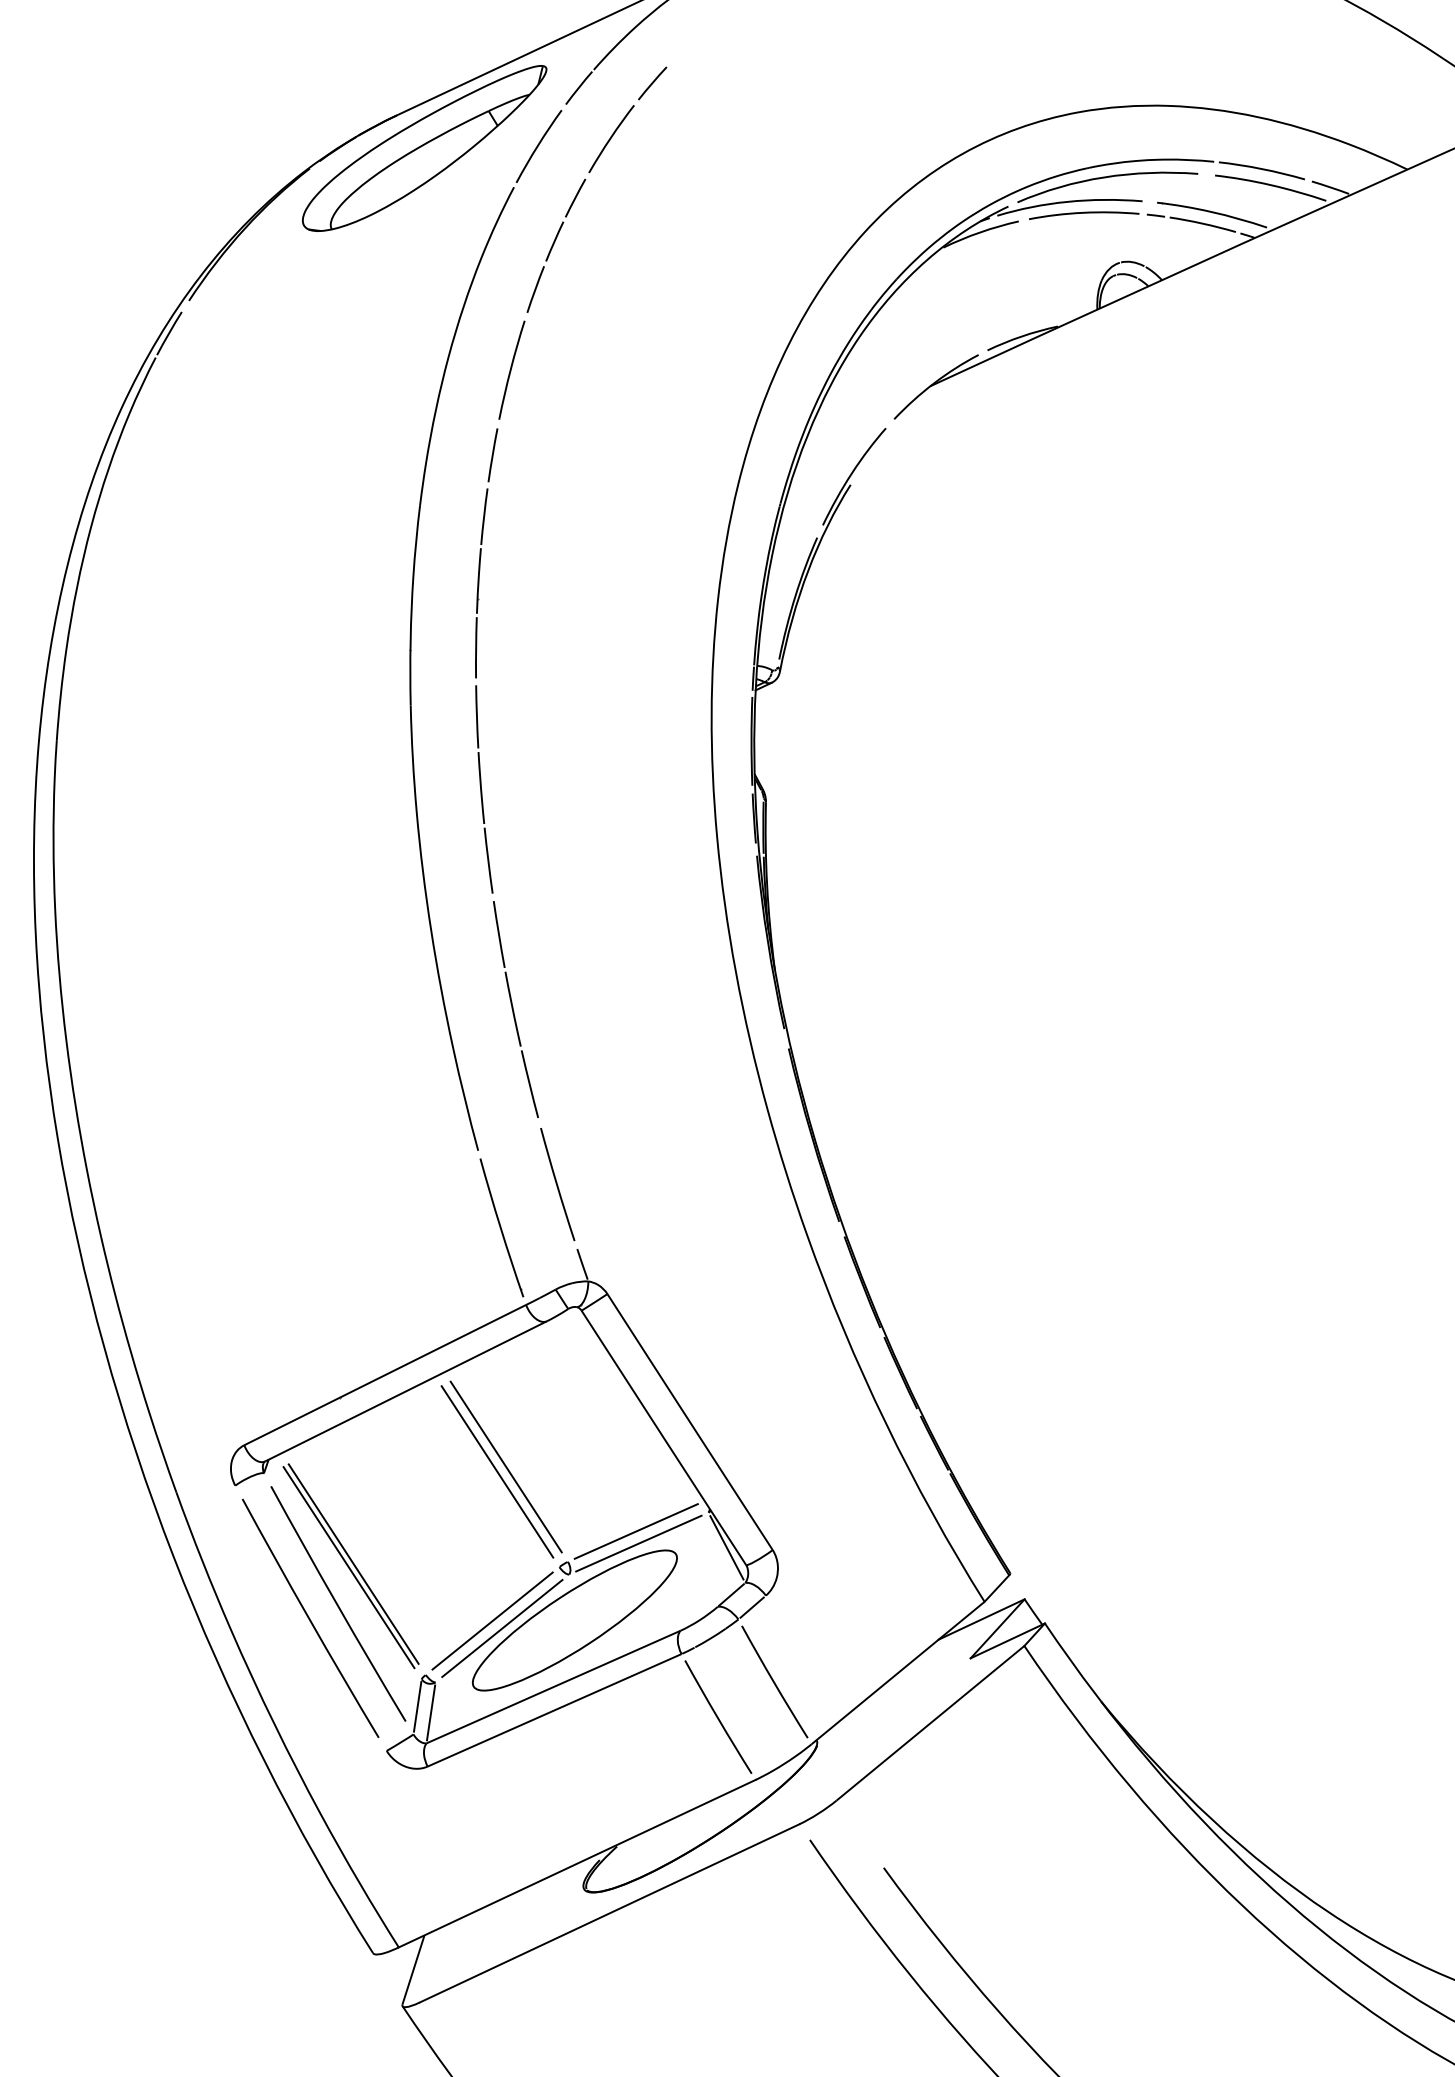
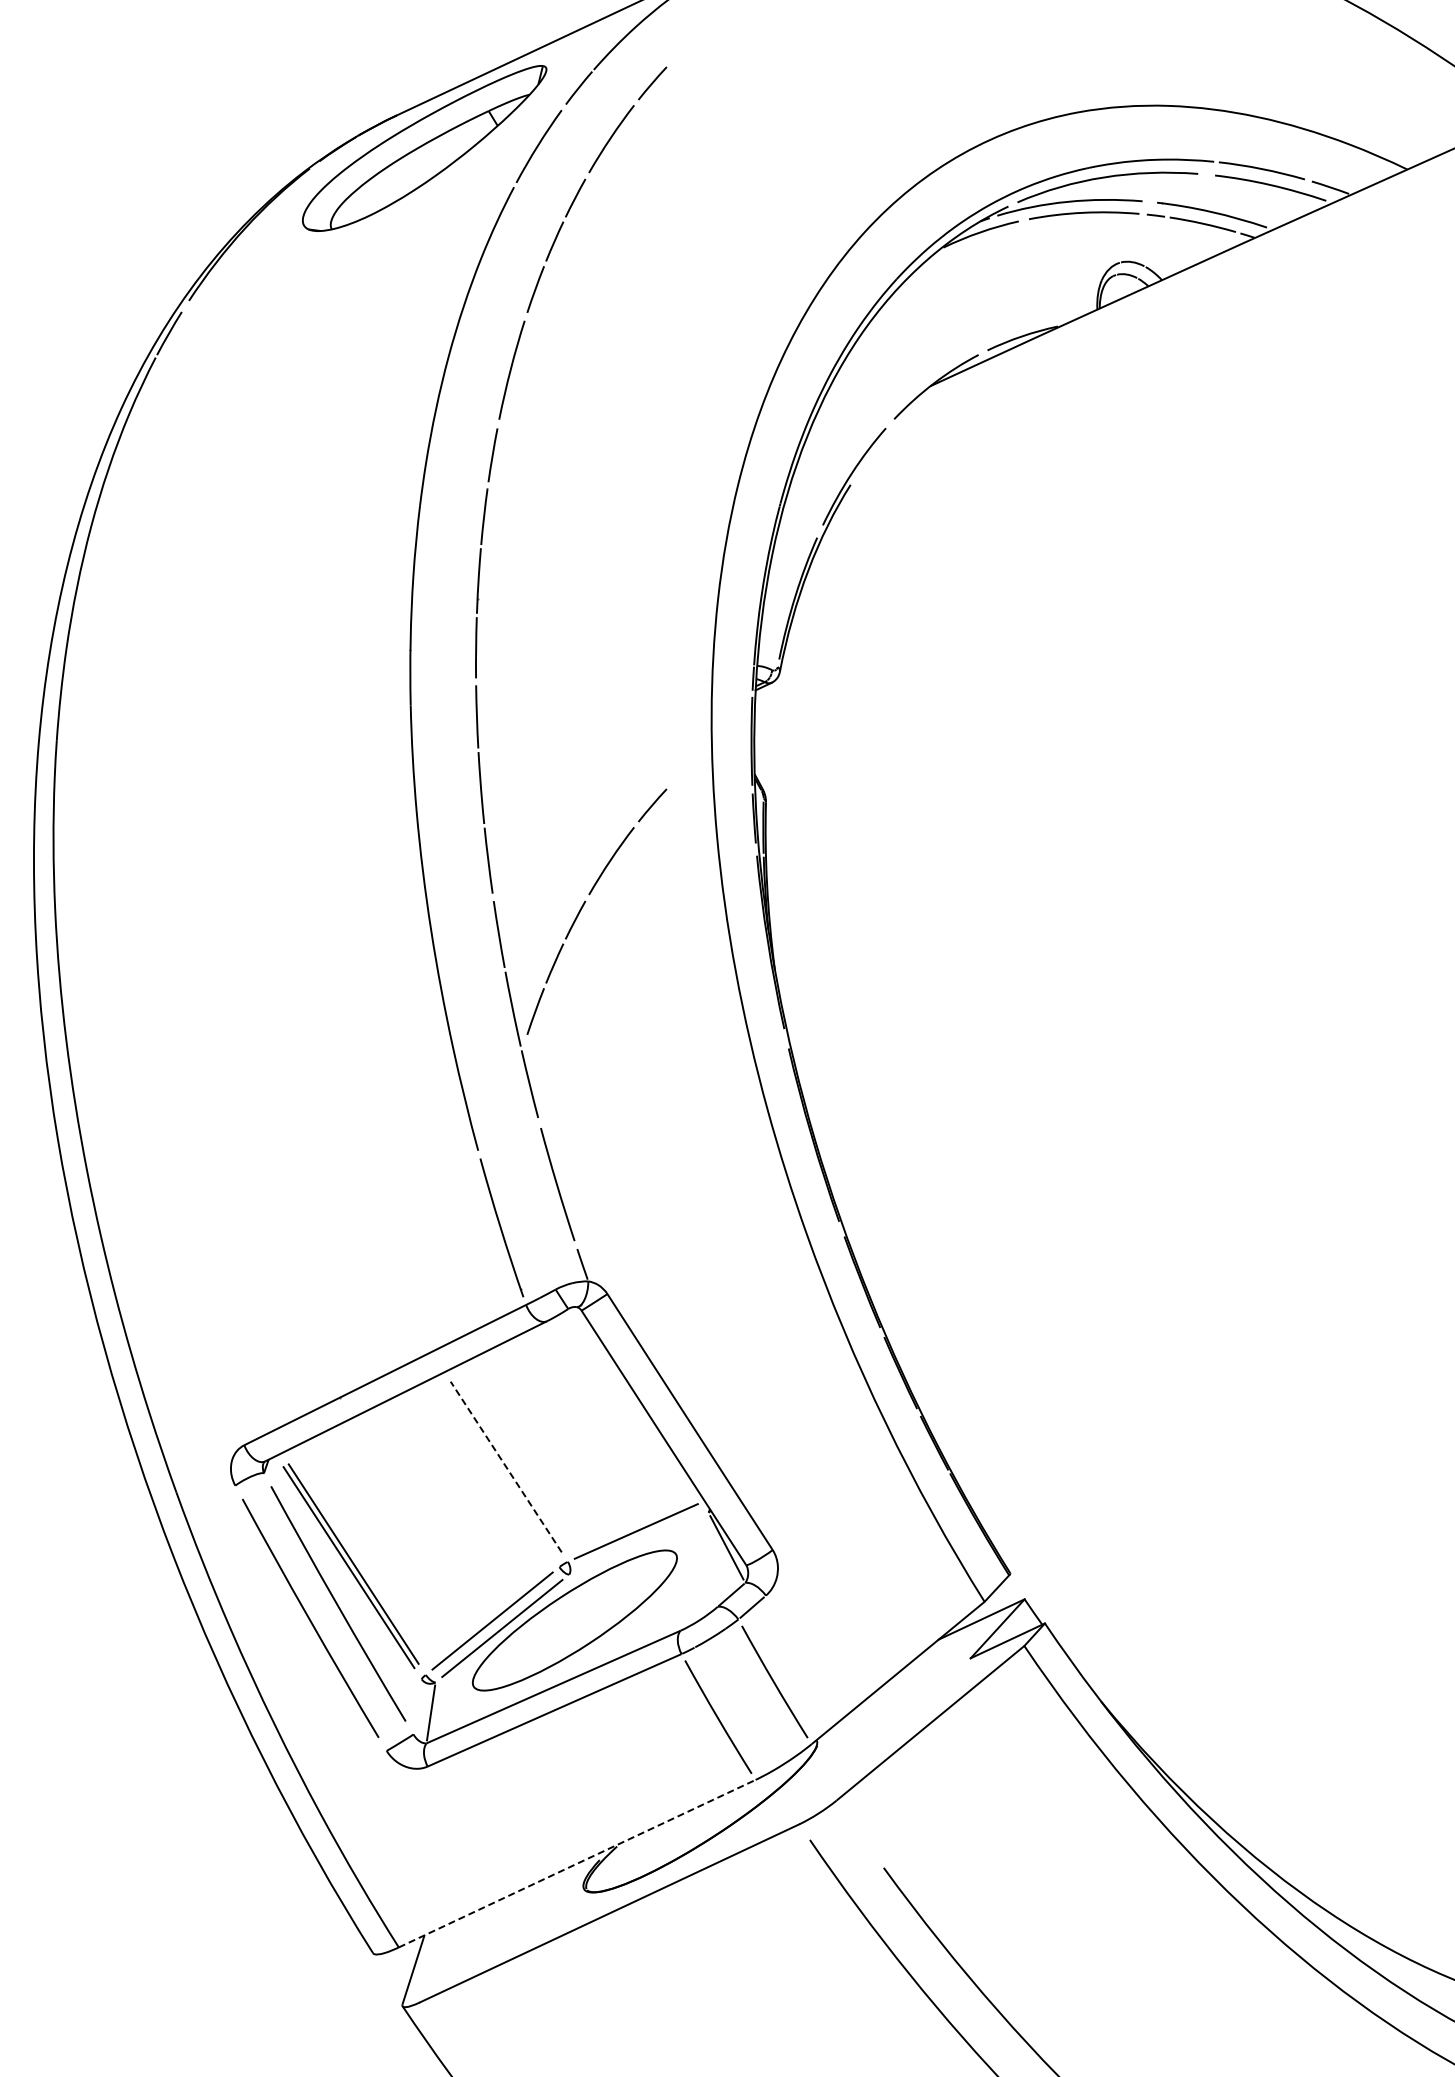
part at (584, 905): none -> present
line at (506, 1467): solid -> dashed
line at (497, 1471): present -> none
line at (638, 1543): present -> none
line at (417, 1706): present -> none
line at (577, 1863): solid -> dashed
